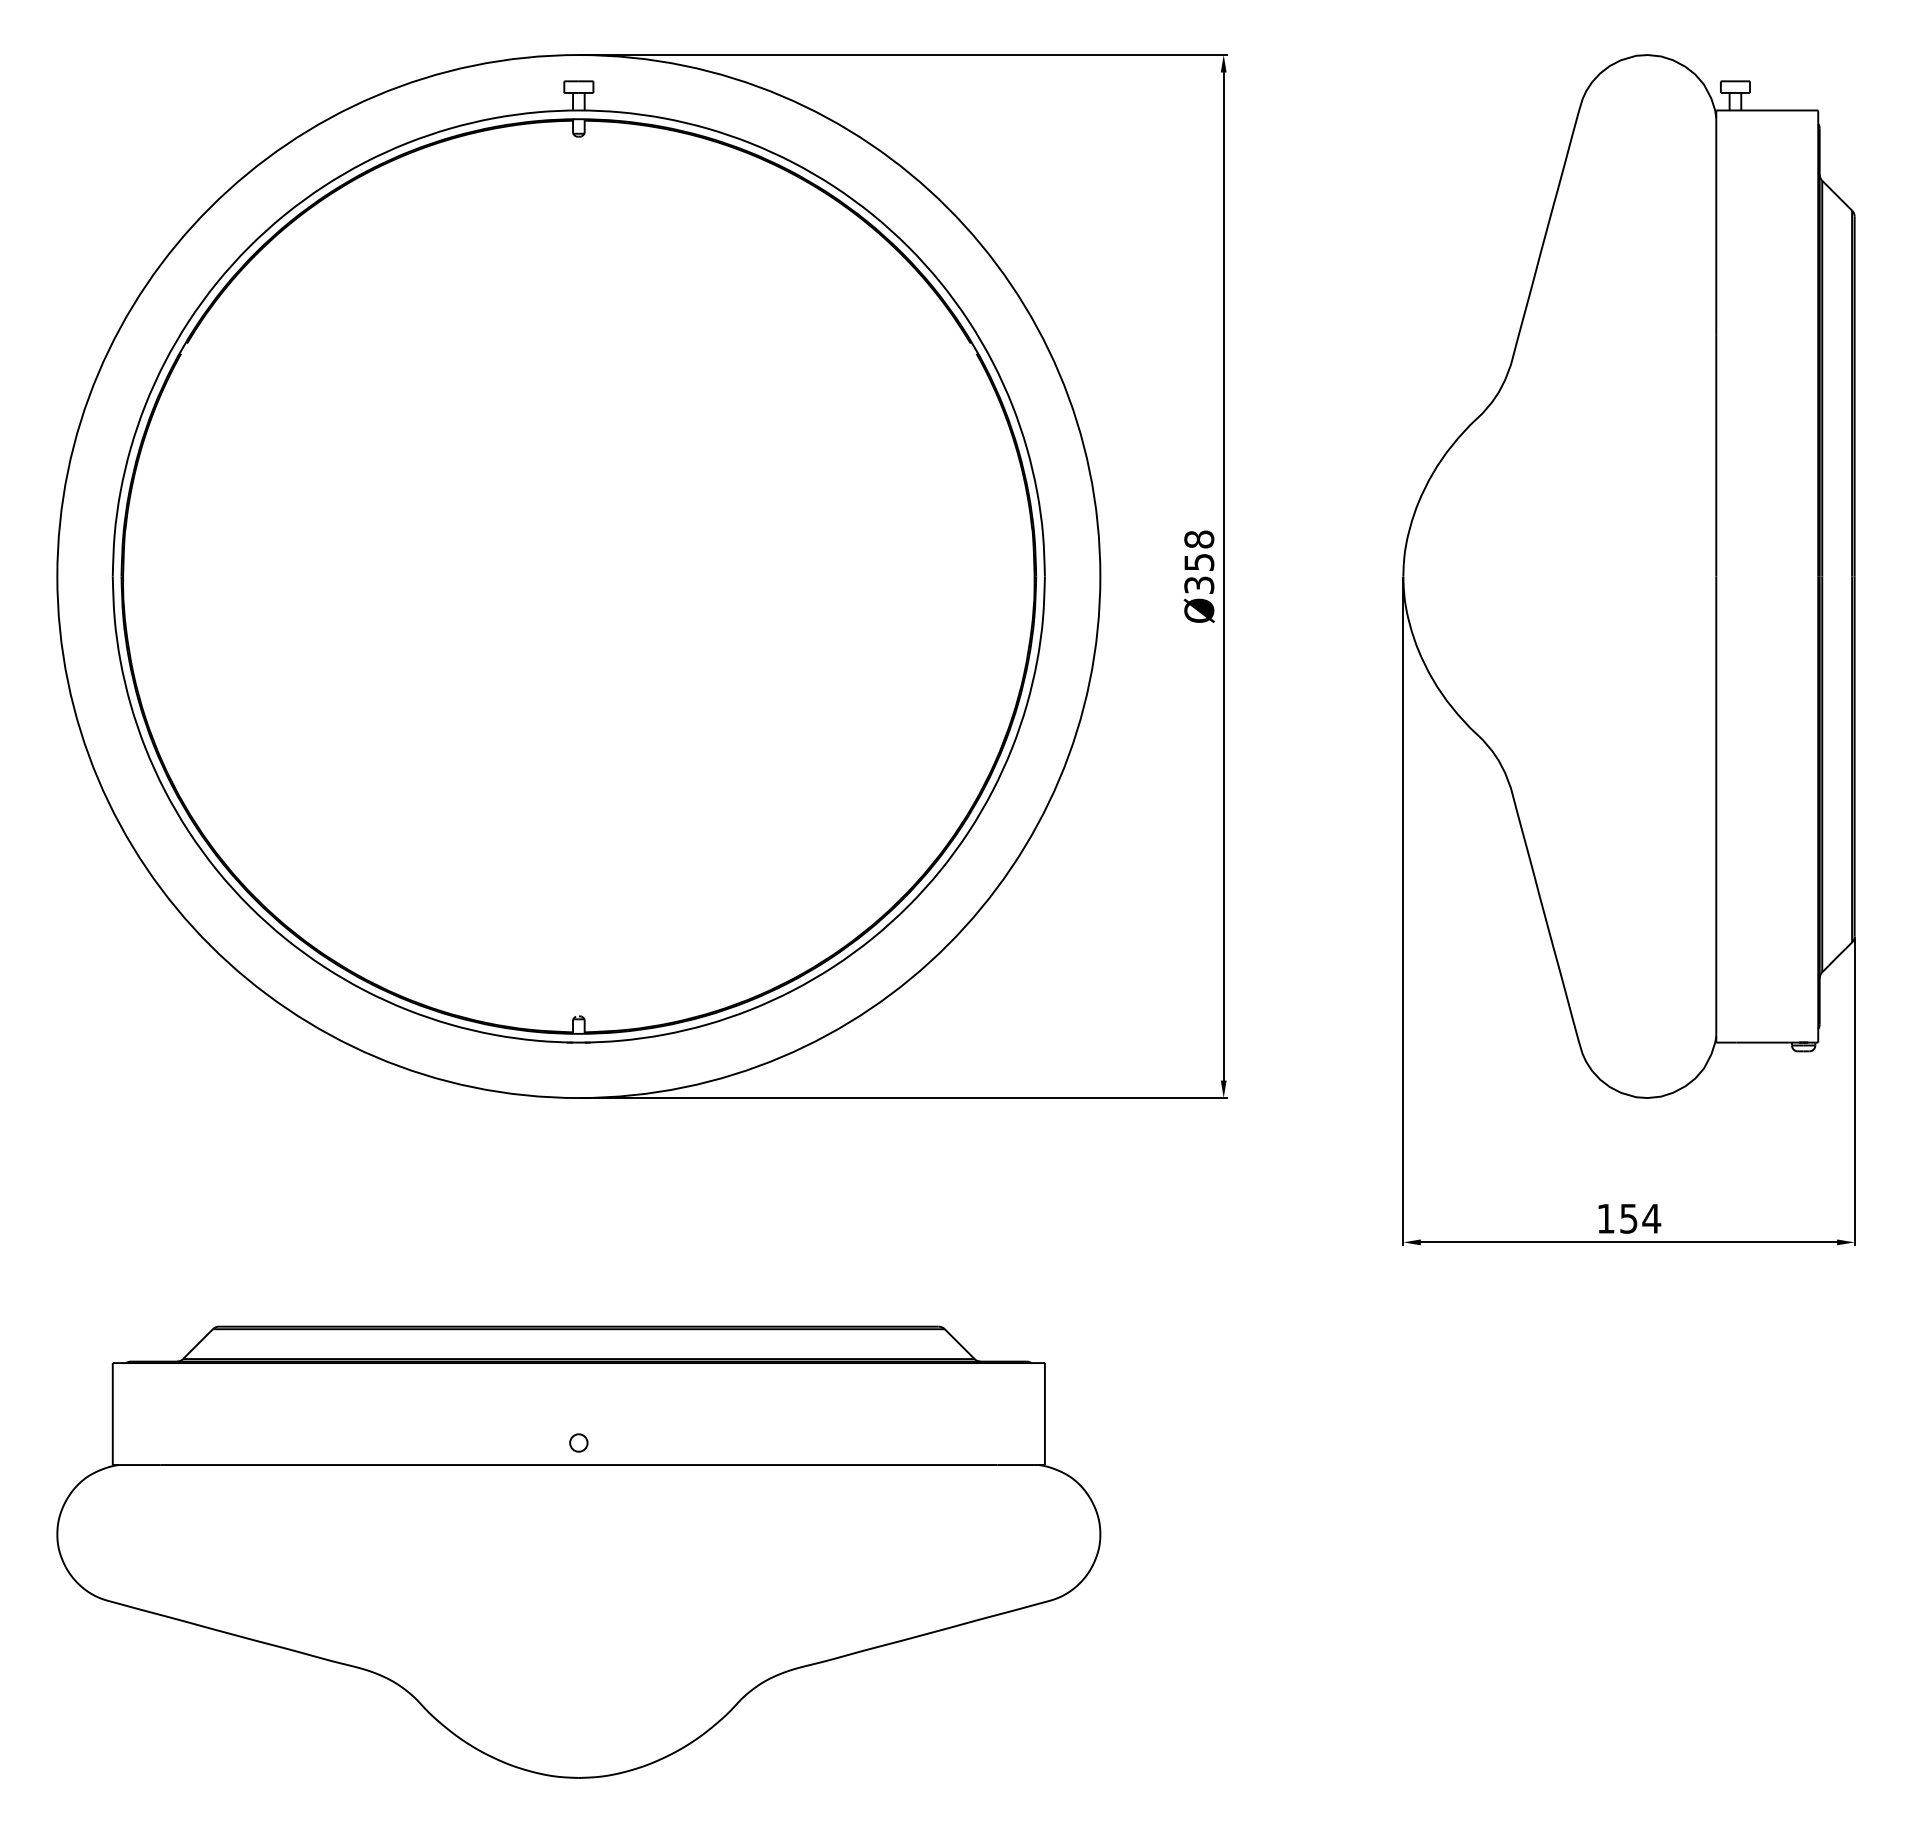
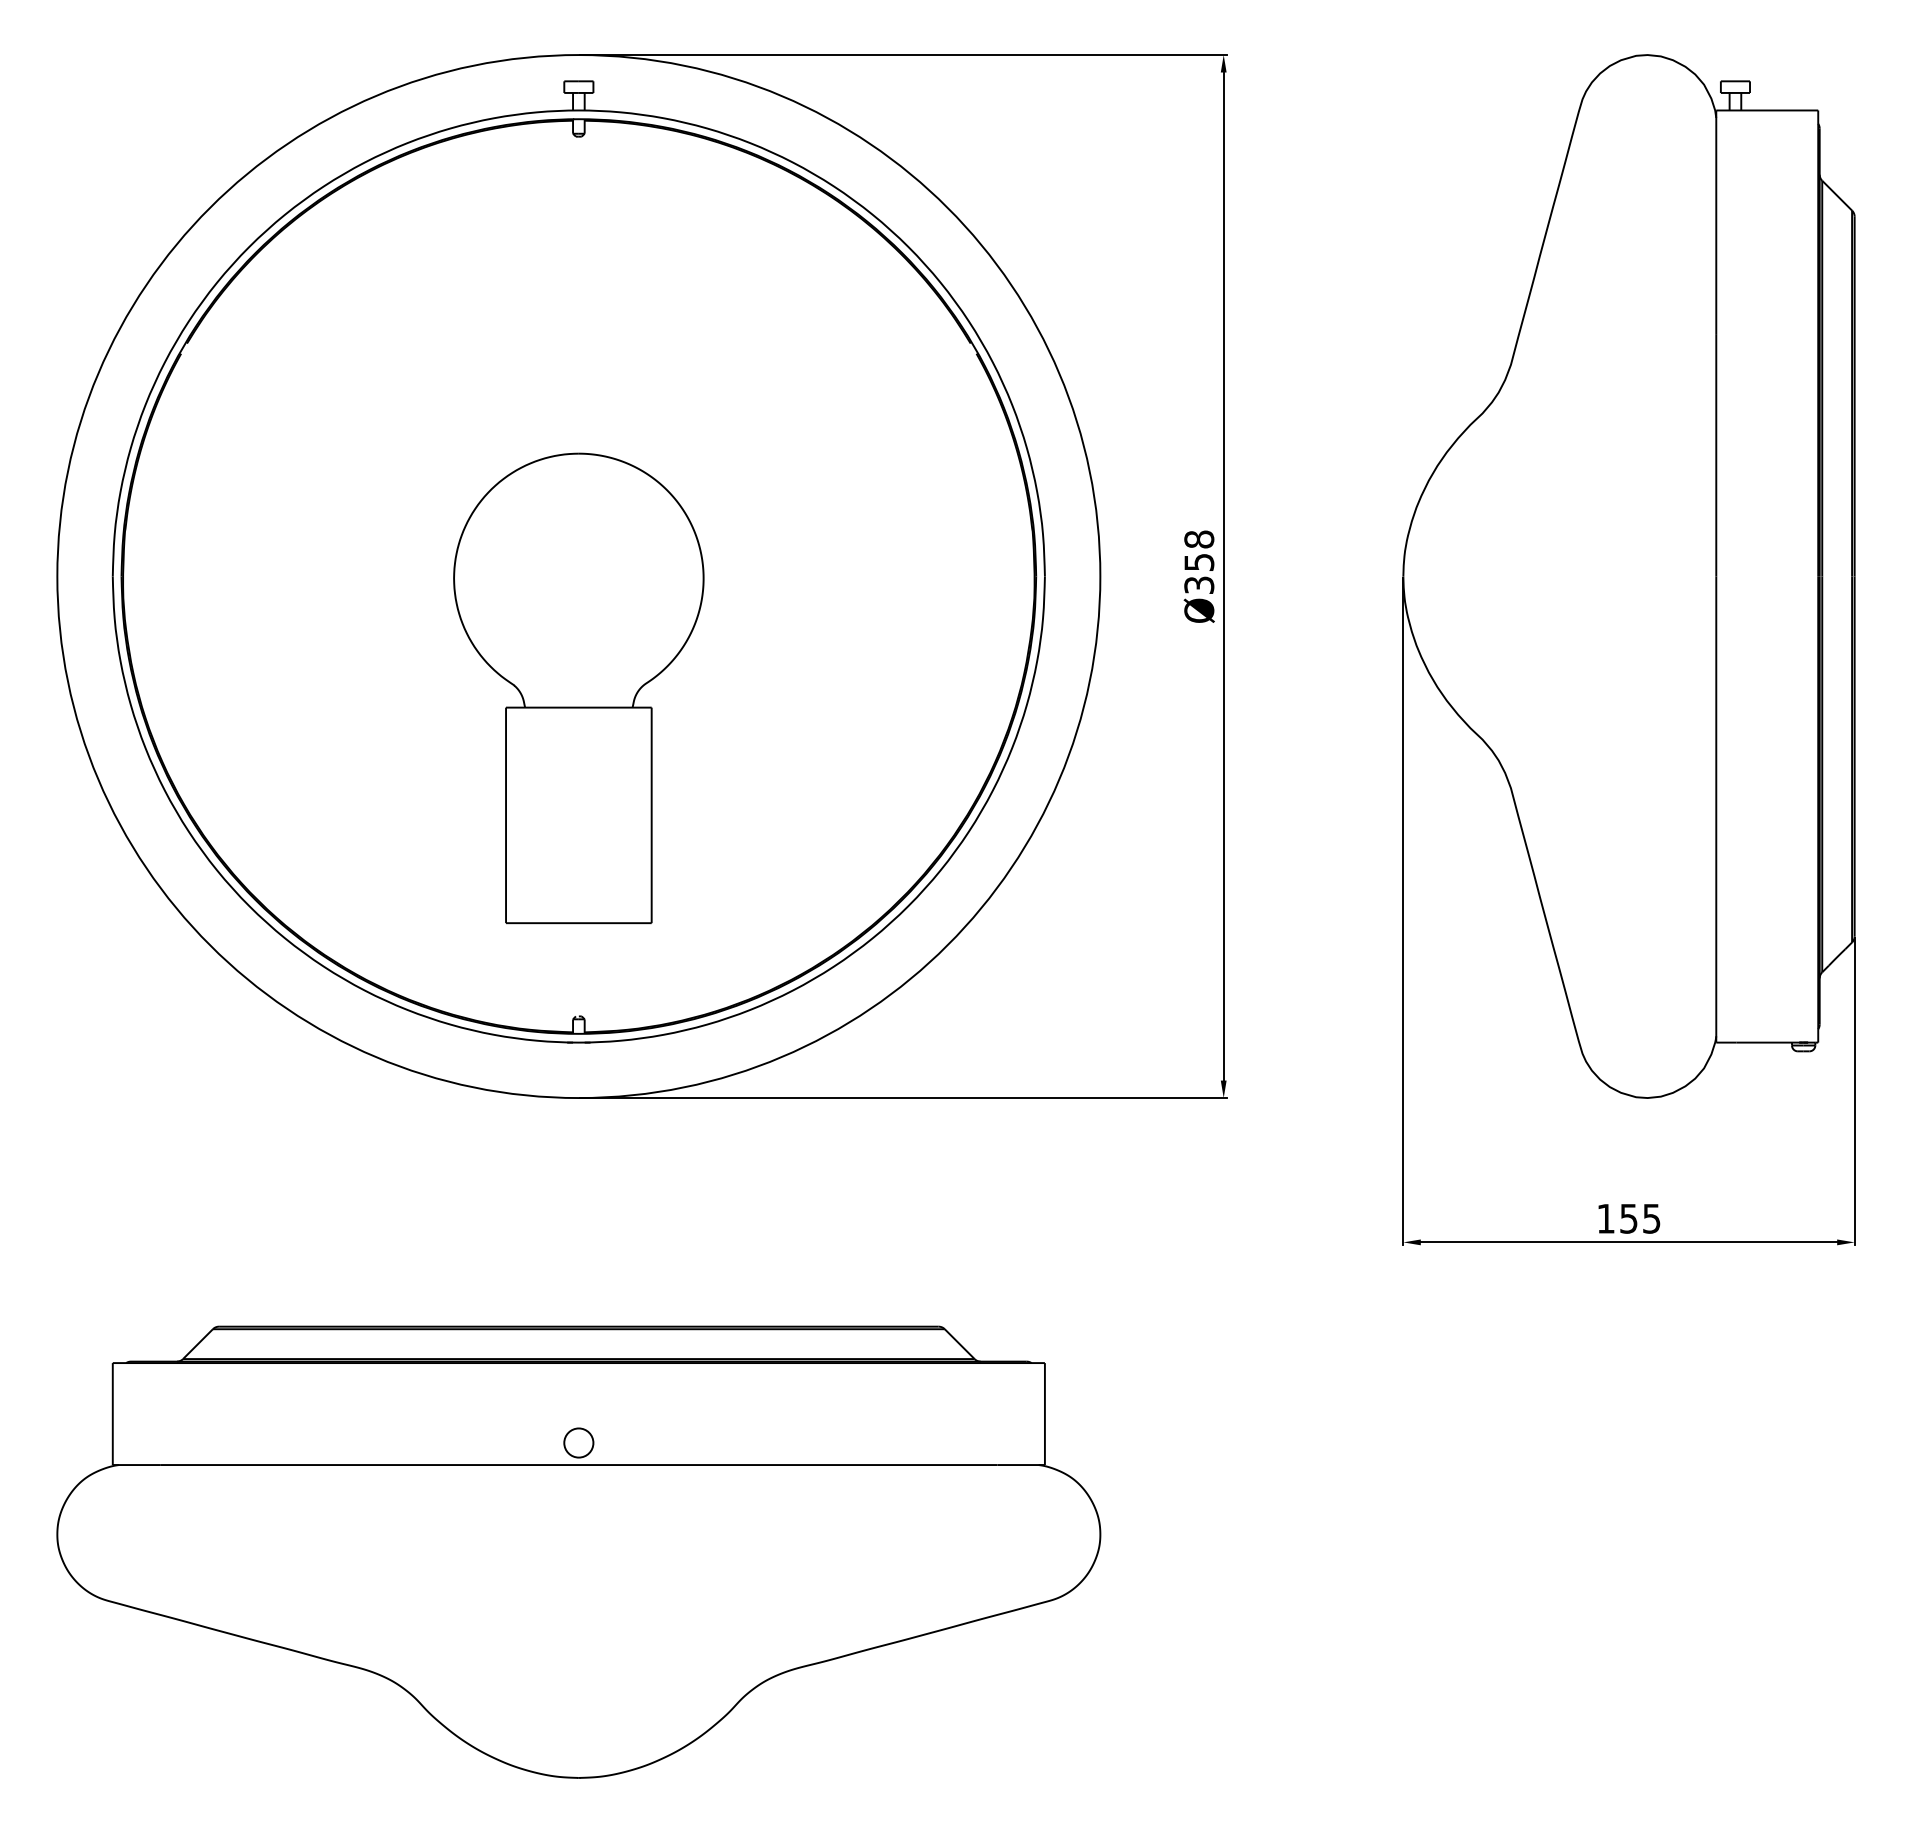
part at (578, 688): none -> present
text at (1651, 1218): 154 -> 155
circle at (578, 1442) diameter: 17 px -> 29 px
